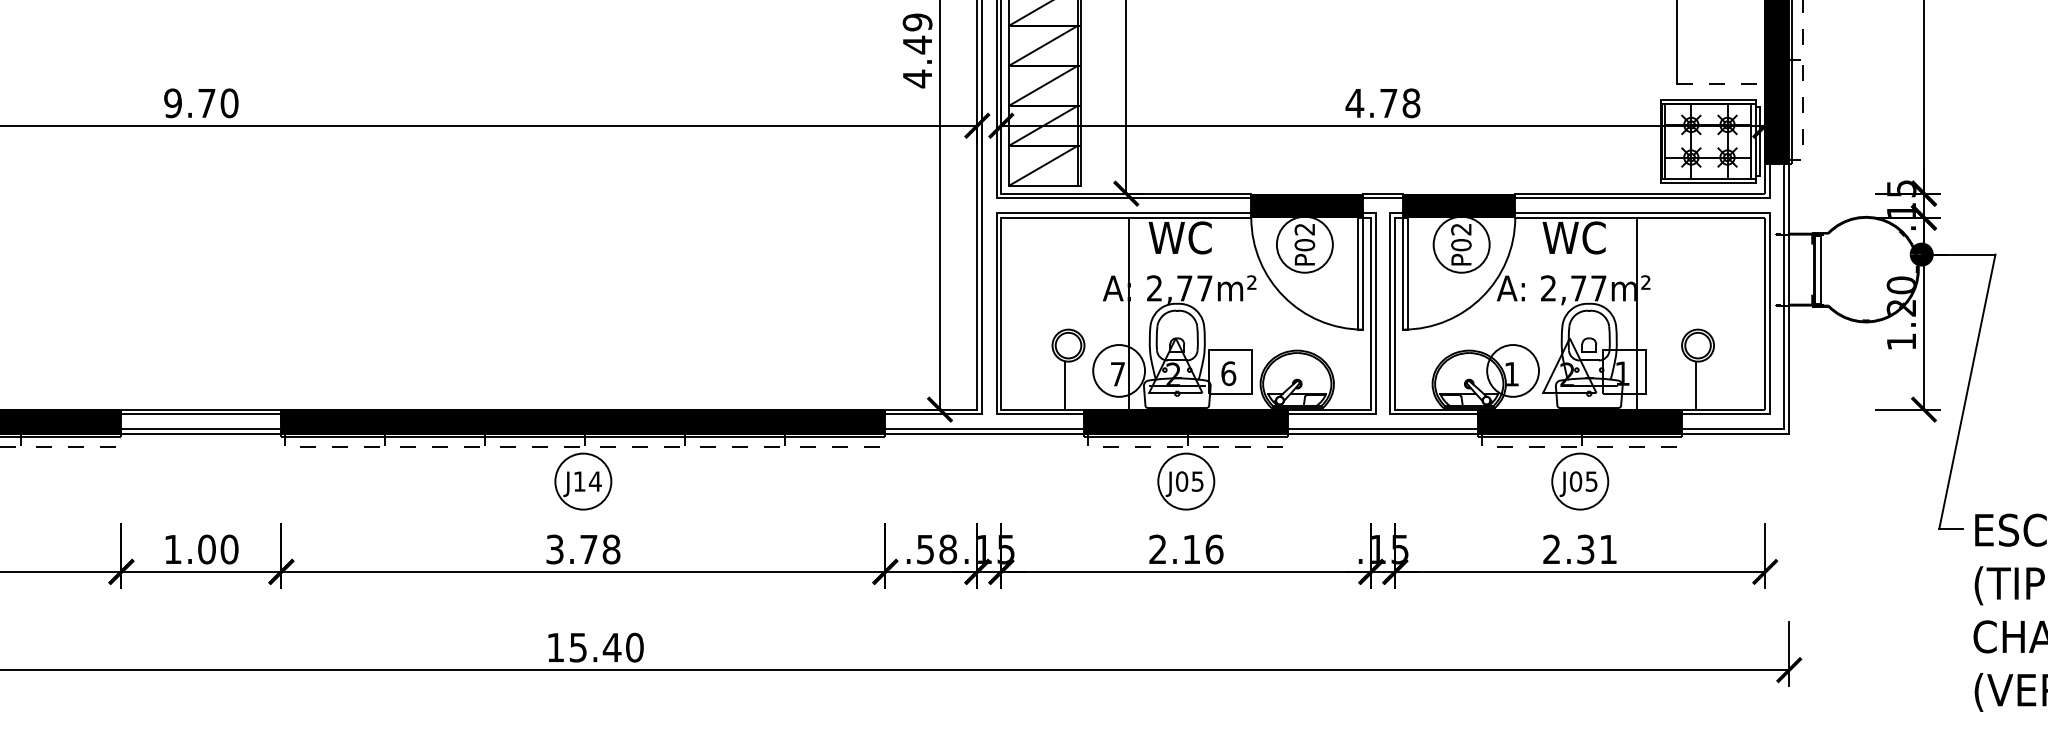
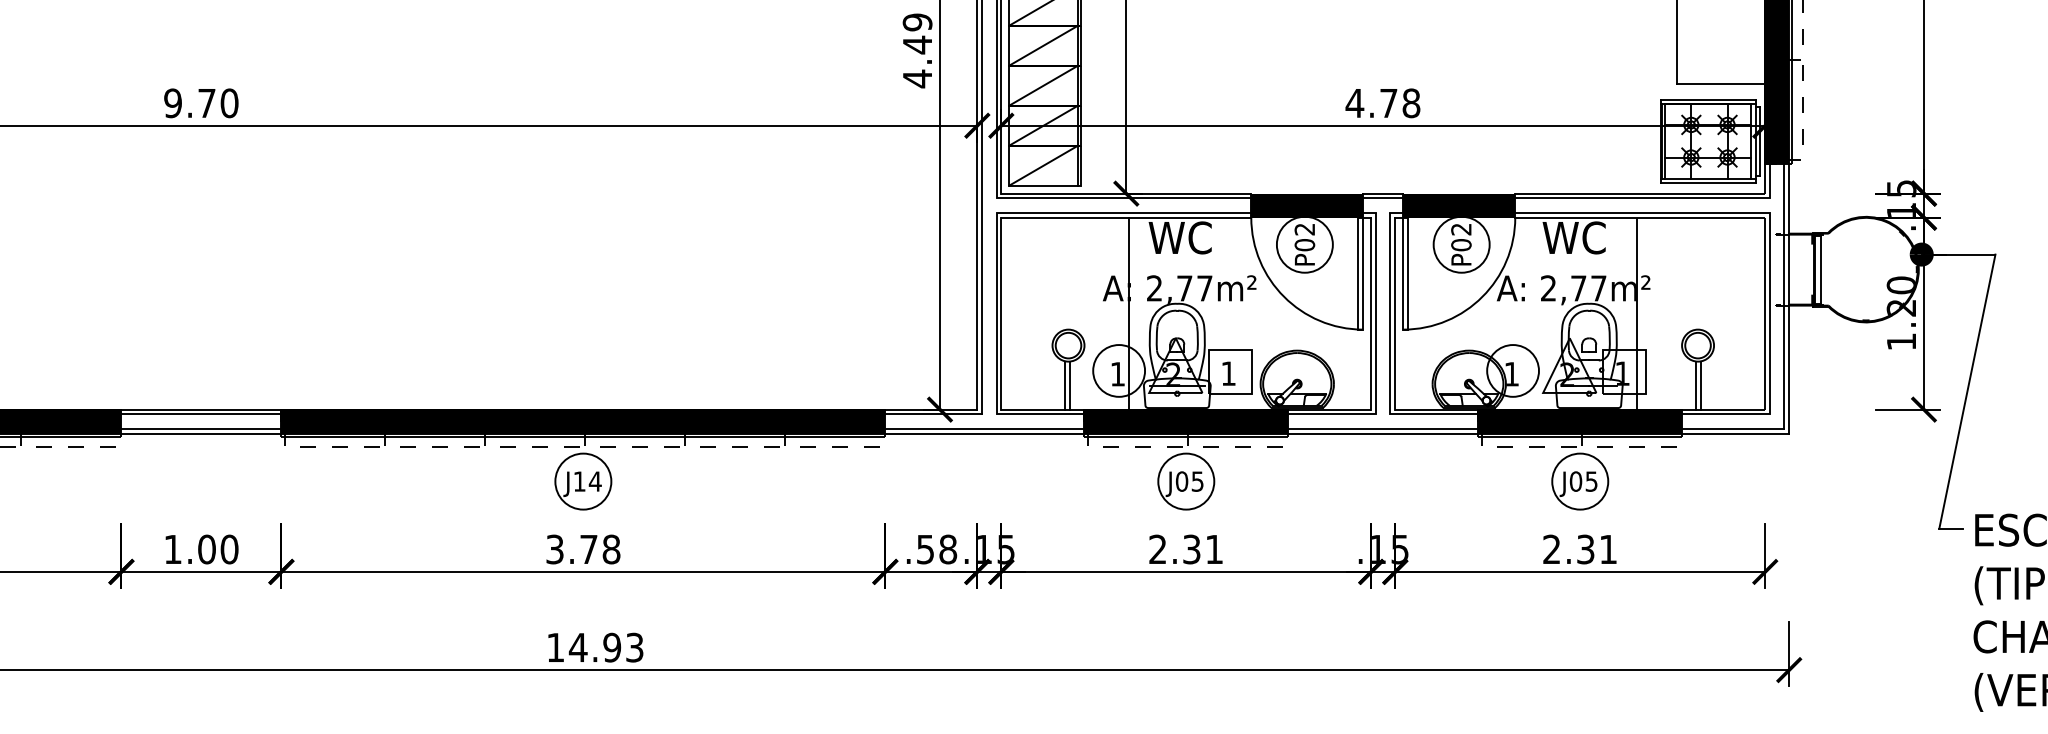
line at (1721, 84): dashed -> solid
text at (1228, 373): 6 -> 1
text at (1117, 374): 7 -> 1
line at (1070, 385): none -> present
line at (1701, 385): none -> present
text at (1203, 549): 2.16 -> 2.31
text at (605, 647): 15.40 -> 14.93
